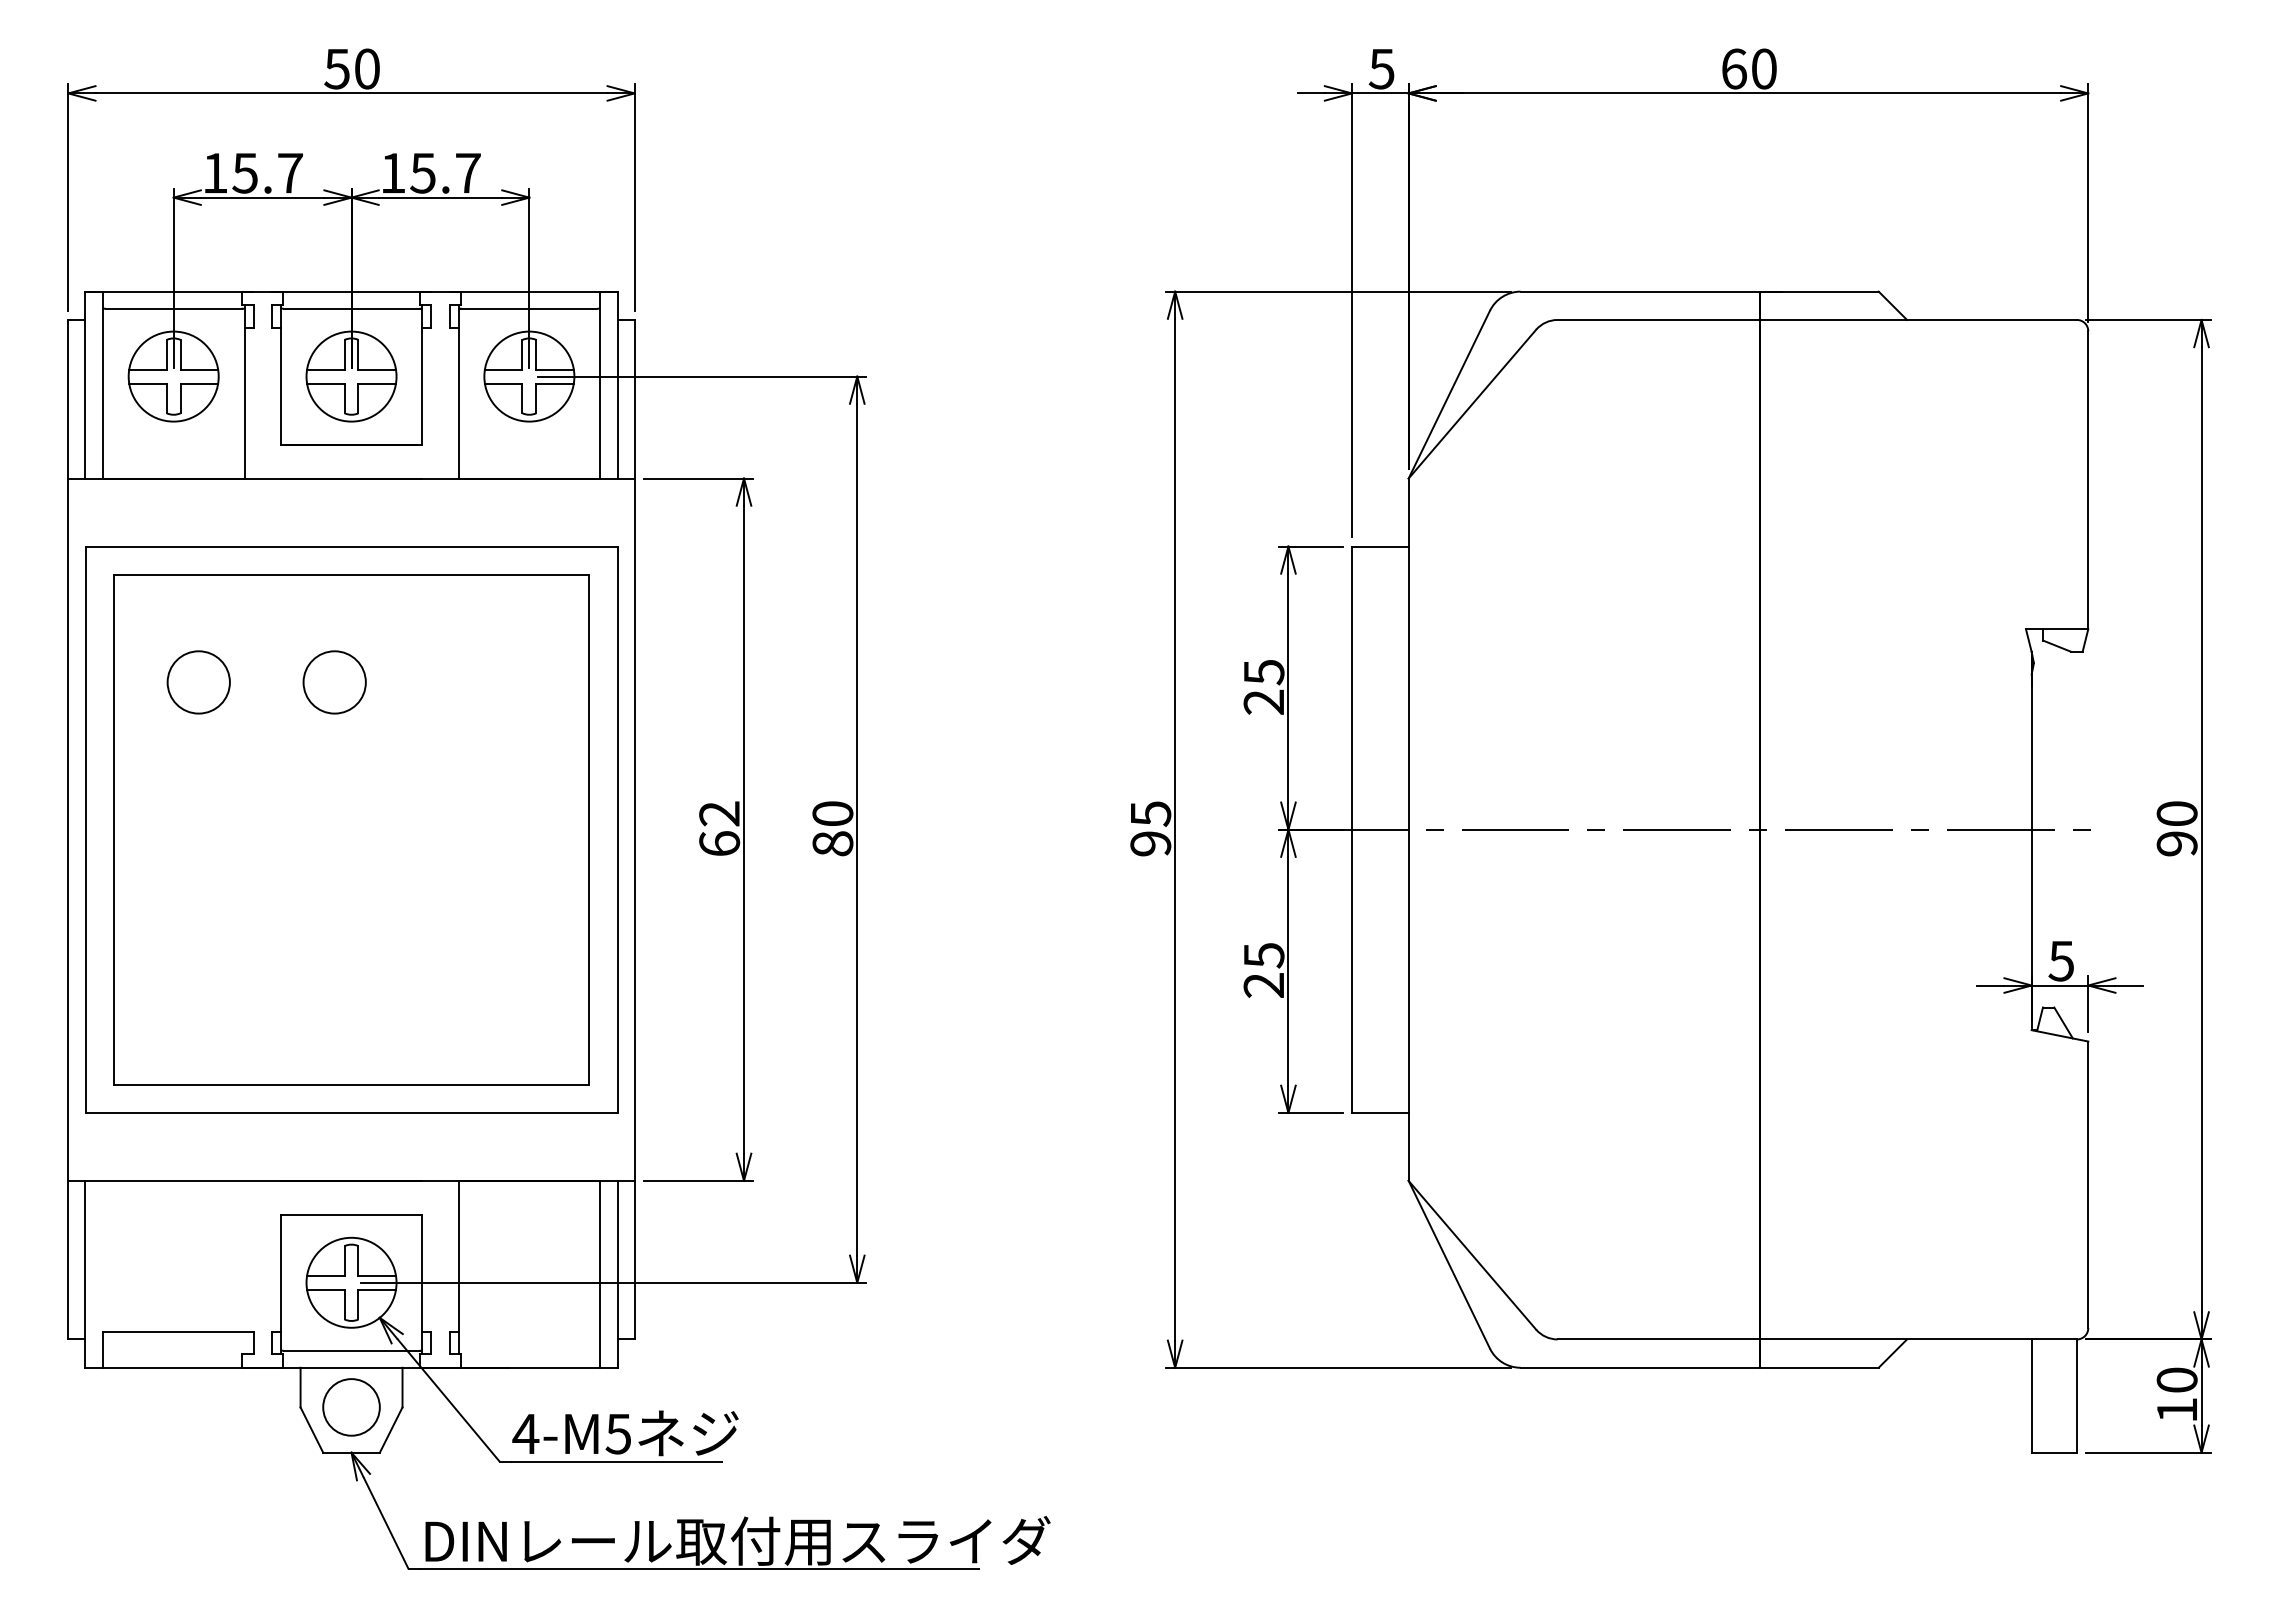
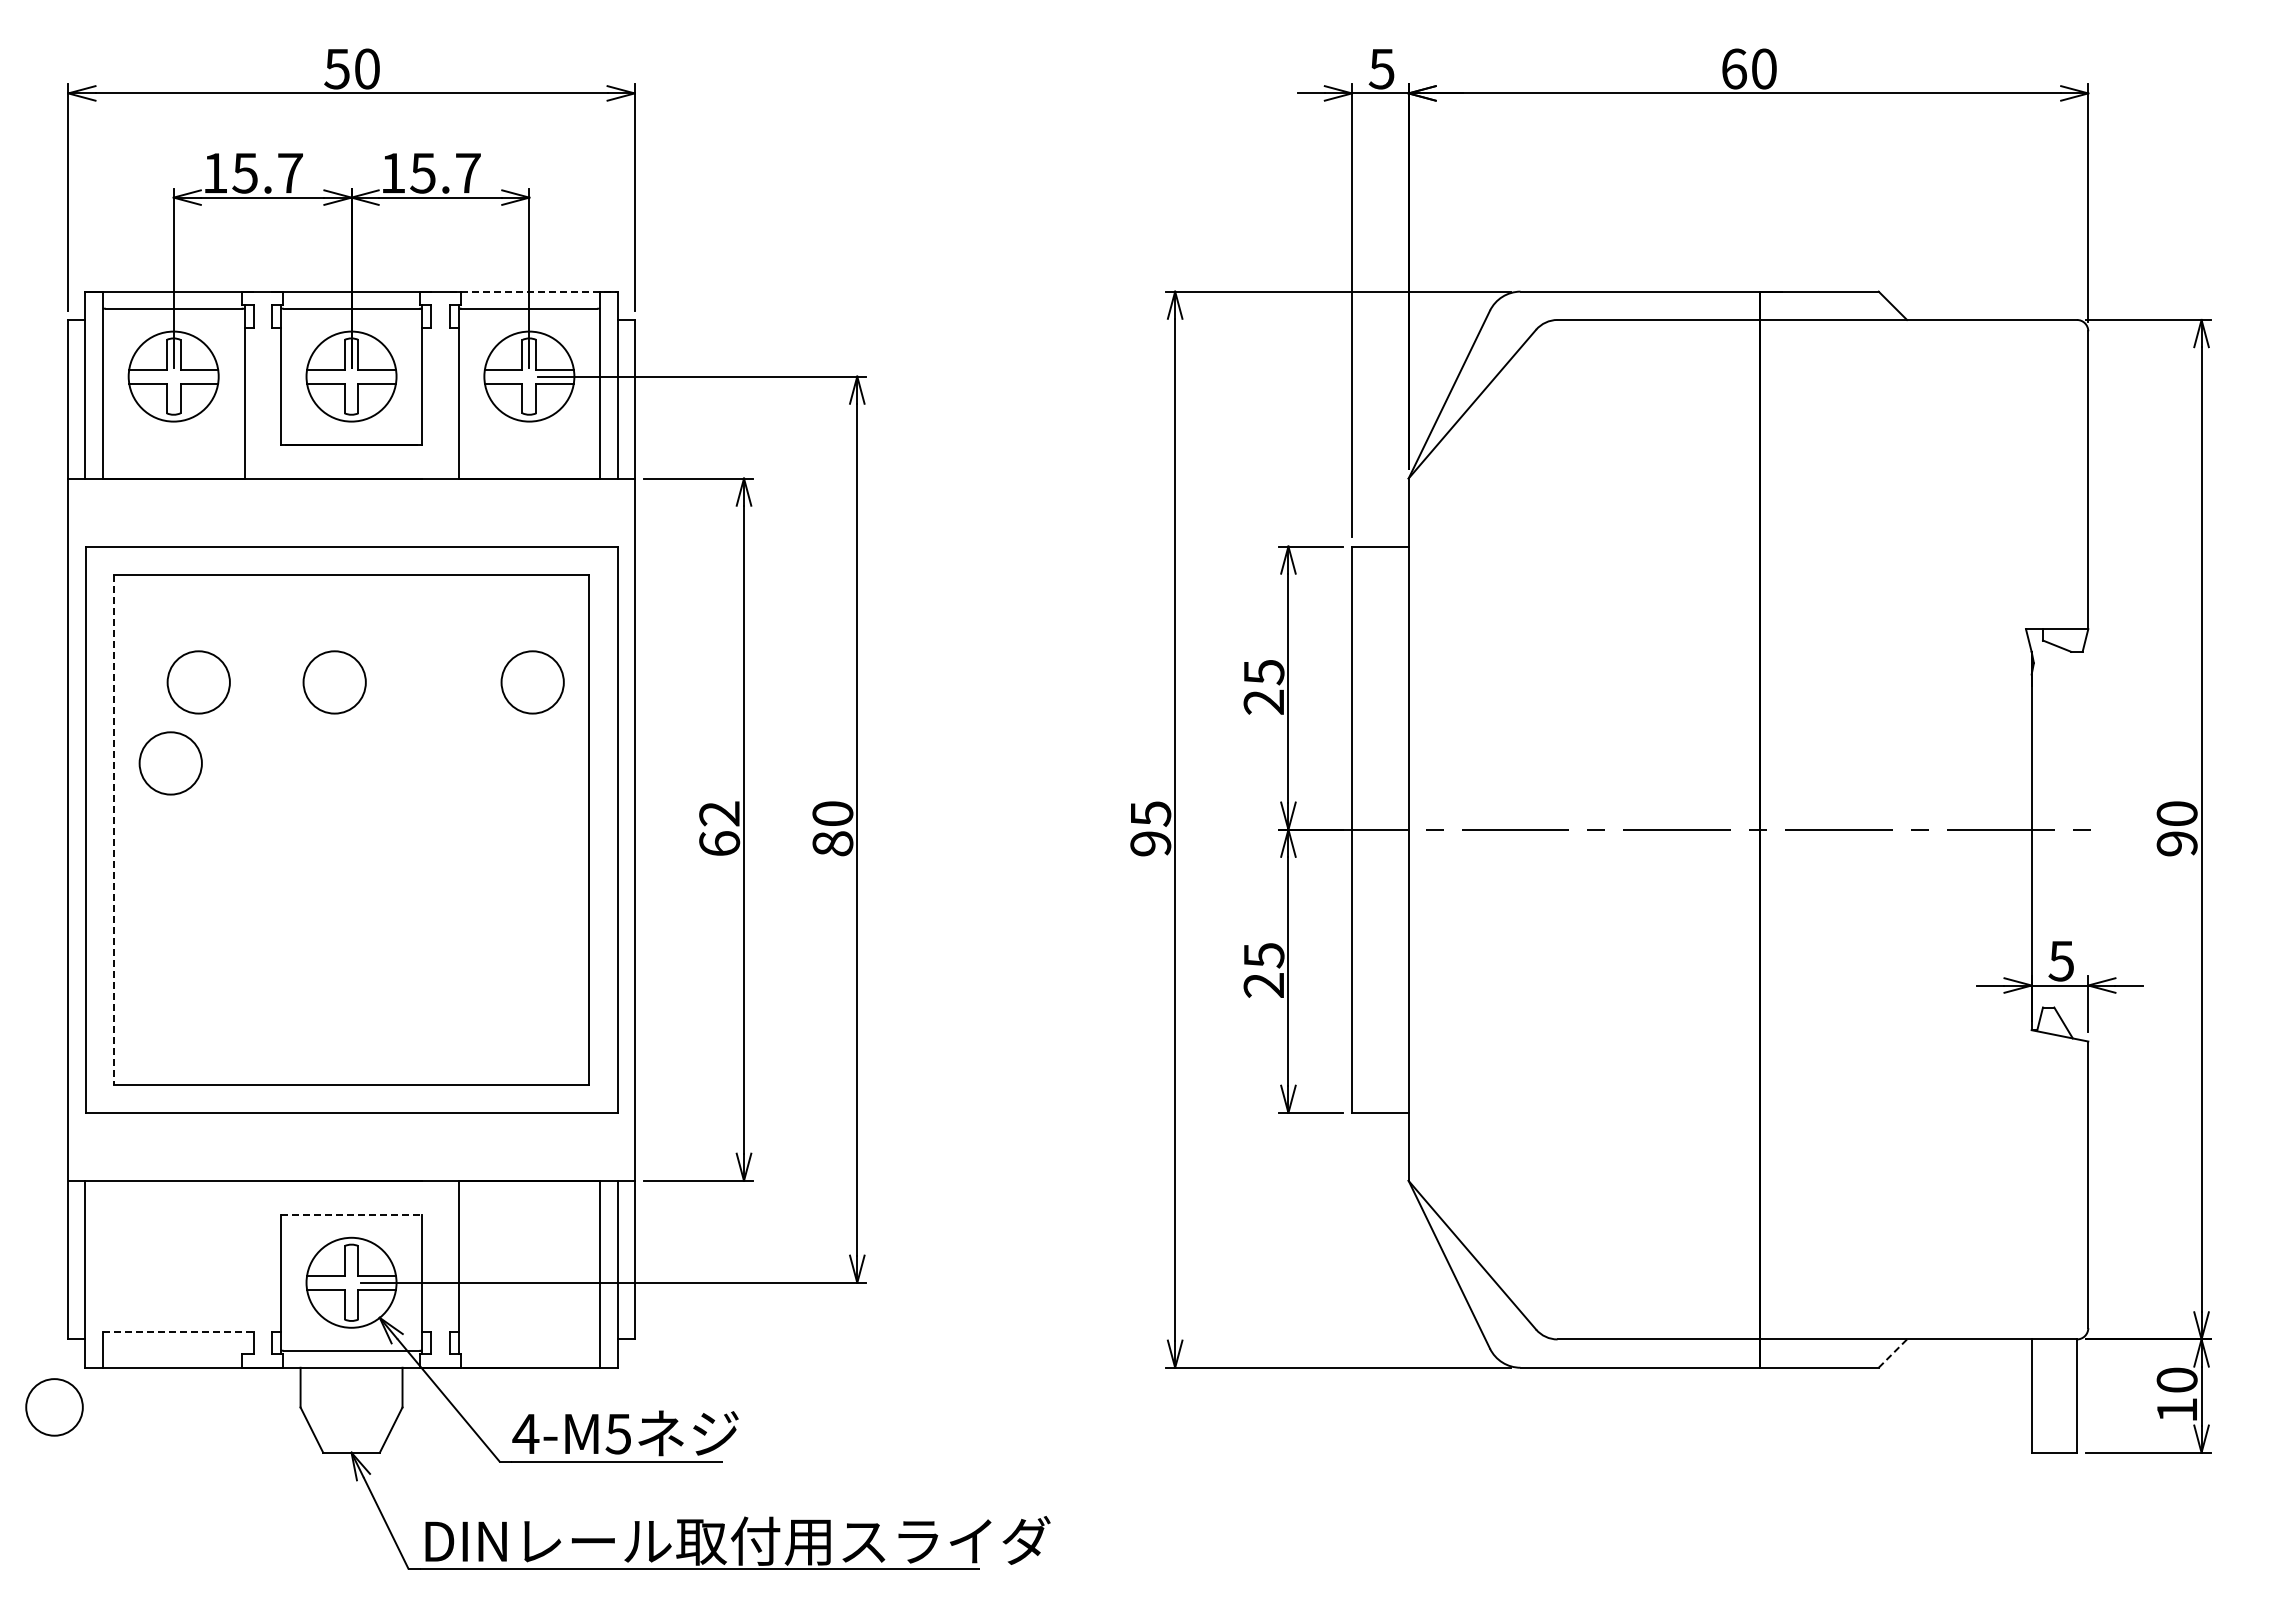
line at (533, 291): solid -> dashed
circle at (532, 682): none -> present
circle at (170, 763): none -> present
line at (113, 829): solid -> dashed
line at (351, 1214): solid -> dashed
line at (178, 1331): solid -> dashed
line at (1893, 1353): solid -> dashed
circle at (351, 1407) position: (351, 1407) -> (54, 1407)
